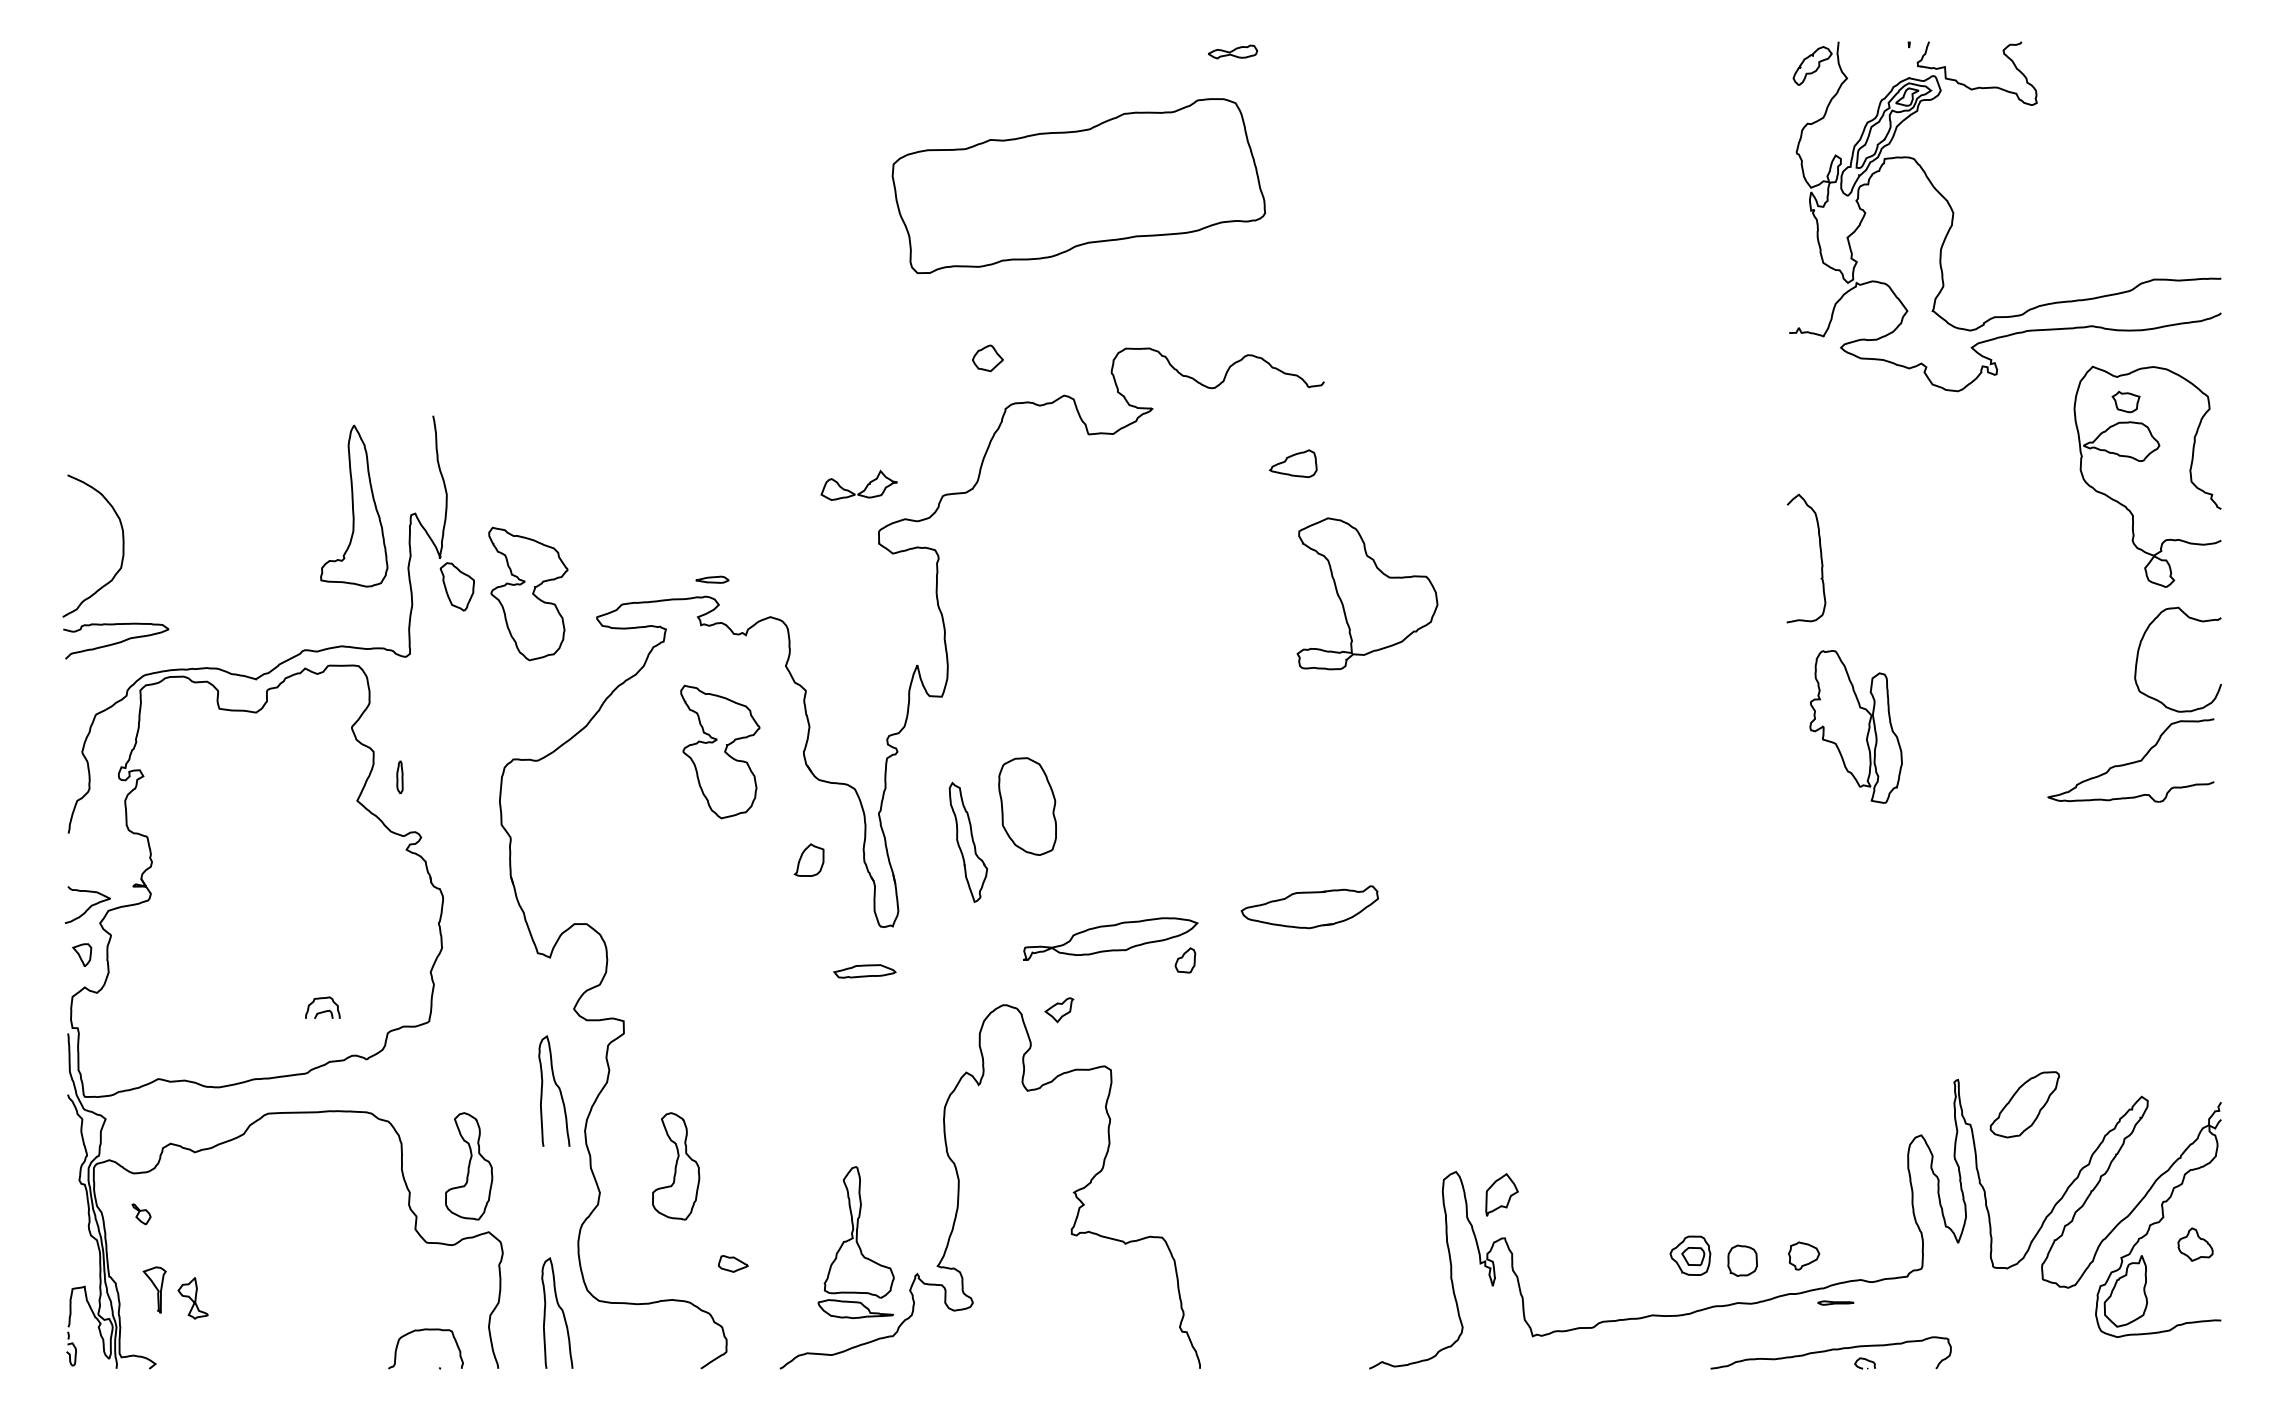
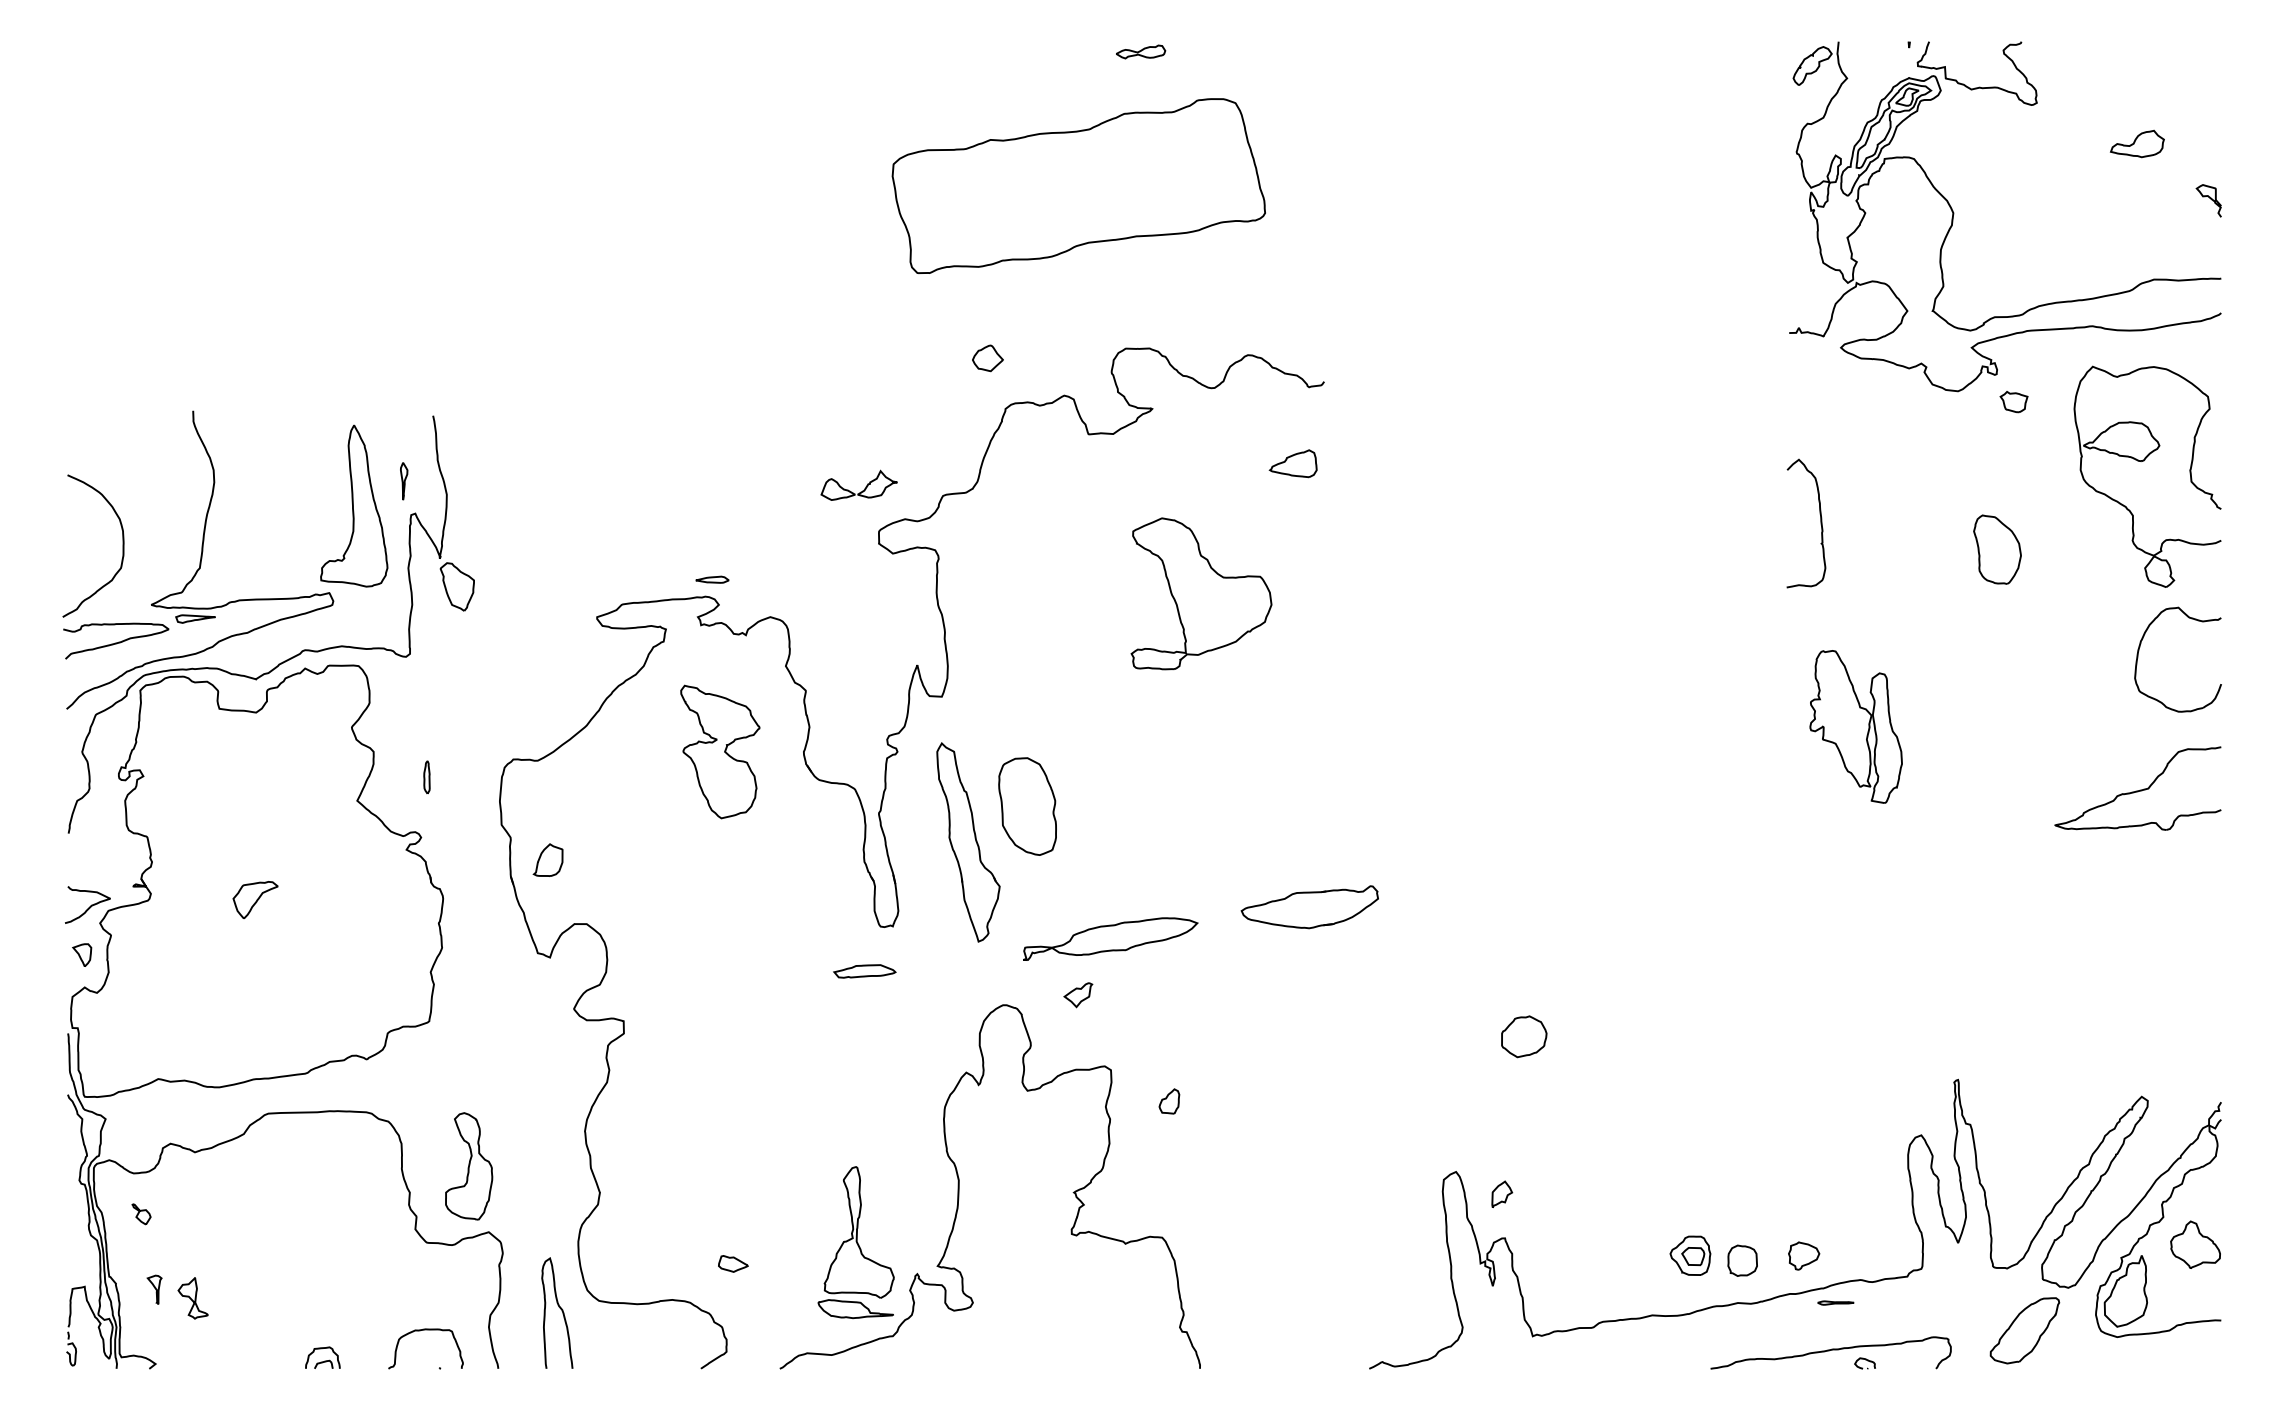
part at (1233, 51) position: (1233, 51) -> (1141, 51)
part at (2136, 143): none -> present
curve at (2209, 198): none -> present
part at (2125, 402) position: (2125, 402) -> (2013, 402)
part at (404, 481): none -> present
part at (1997, 549): none -> present
curve at (1820, 558) position: (1820, 558) -> (1820, 523)
part at (200, 559): none -> present
part at (528, 593): present -> none
part at (1367, 593) position: (1367, 593) -> (1201, 593)
part at (2130, 760) position: (2130, 760) -> (2137, 788)
part at (399, 777) position: (399, 777) -> (426, 777)
part at (968, 841) size: 41x122 px -> 65x201 px
part at (808, 859) position: (808, 859) -> (547, 859)
part at (255, 899): none -> present
part at (1185, 960) position: (1185, 960) -> (1169, 1101)
part at (322, 1007) position: (322, 1007) -> (322, 1357)
part at (1059, 1010) position: (1059, 1010) -> (1078, 995)
part at (1524, 1036): none -> present
curve at (558, 1089): present -> none
part at (2024, 1104) position: (2024, 1104) -> (2024, 1330)
part at (676, 1166): present -> none
part at (1501, 1194) size: 34x44 px -> 23x28 px
part at (2195, 1244) size: 37x35 px -> 51x49 px
part at (154, 1289) size: 25x48 px -> 17x31 px
